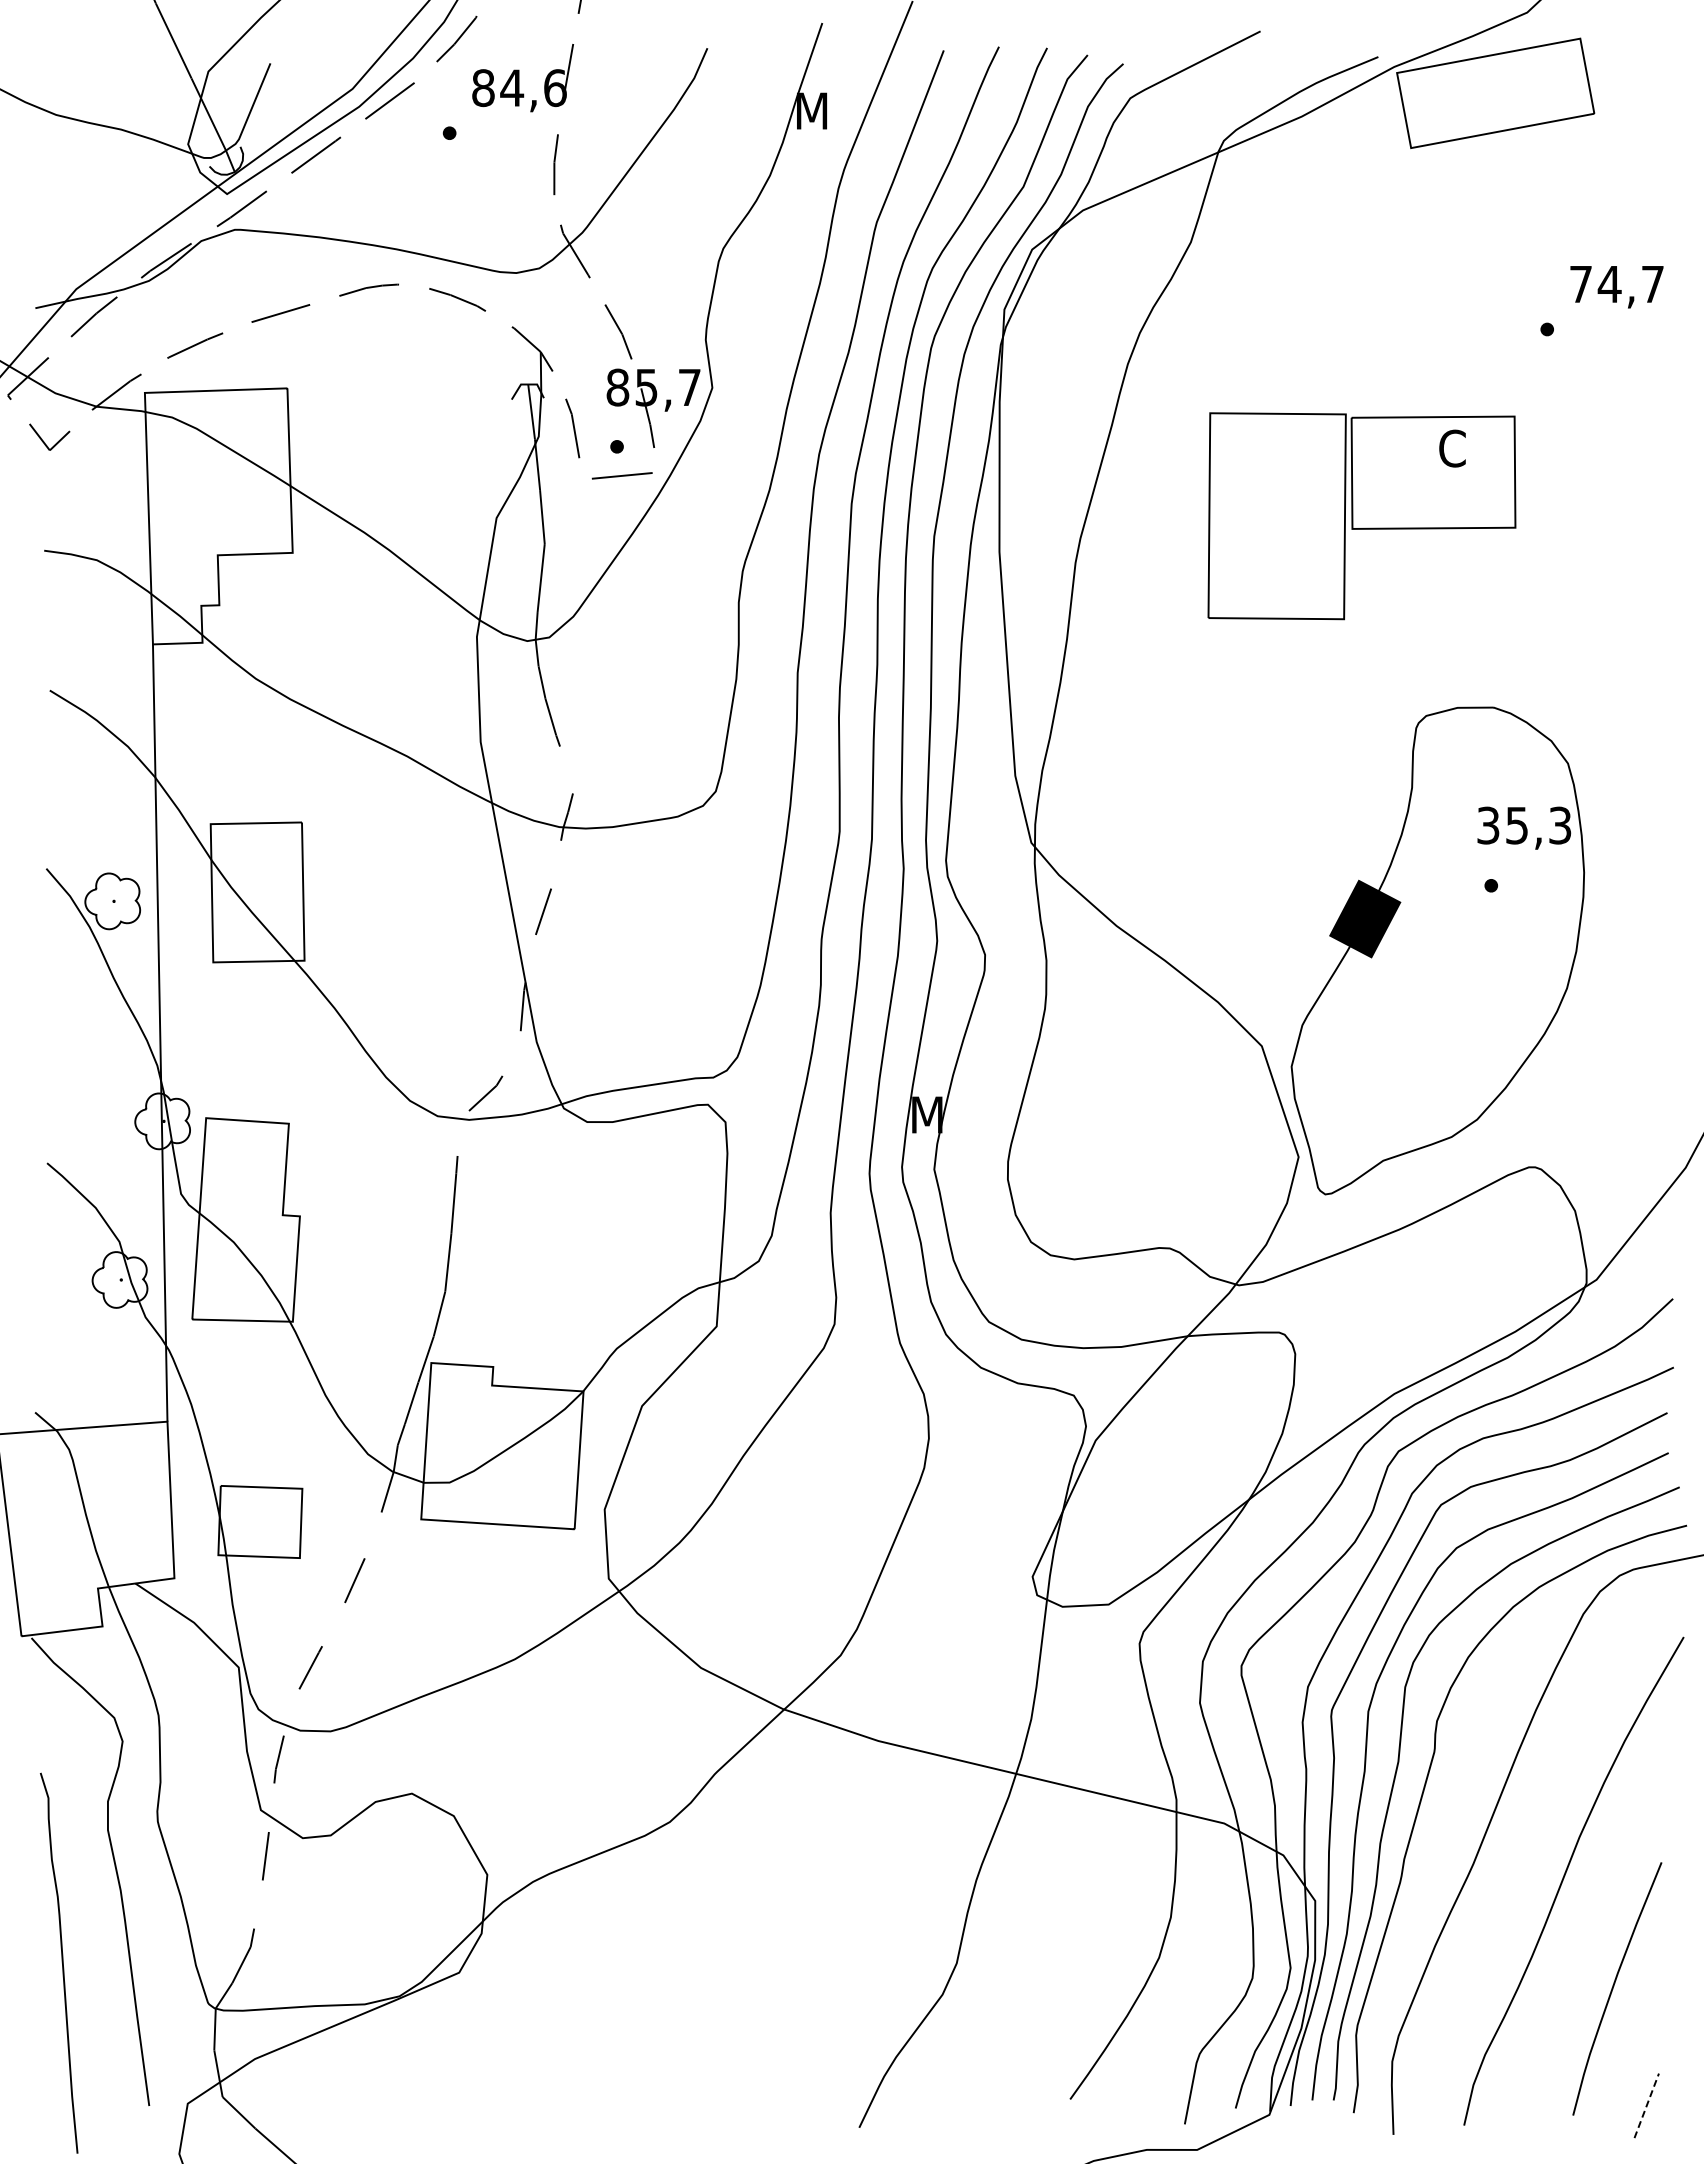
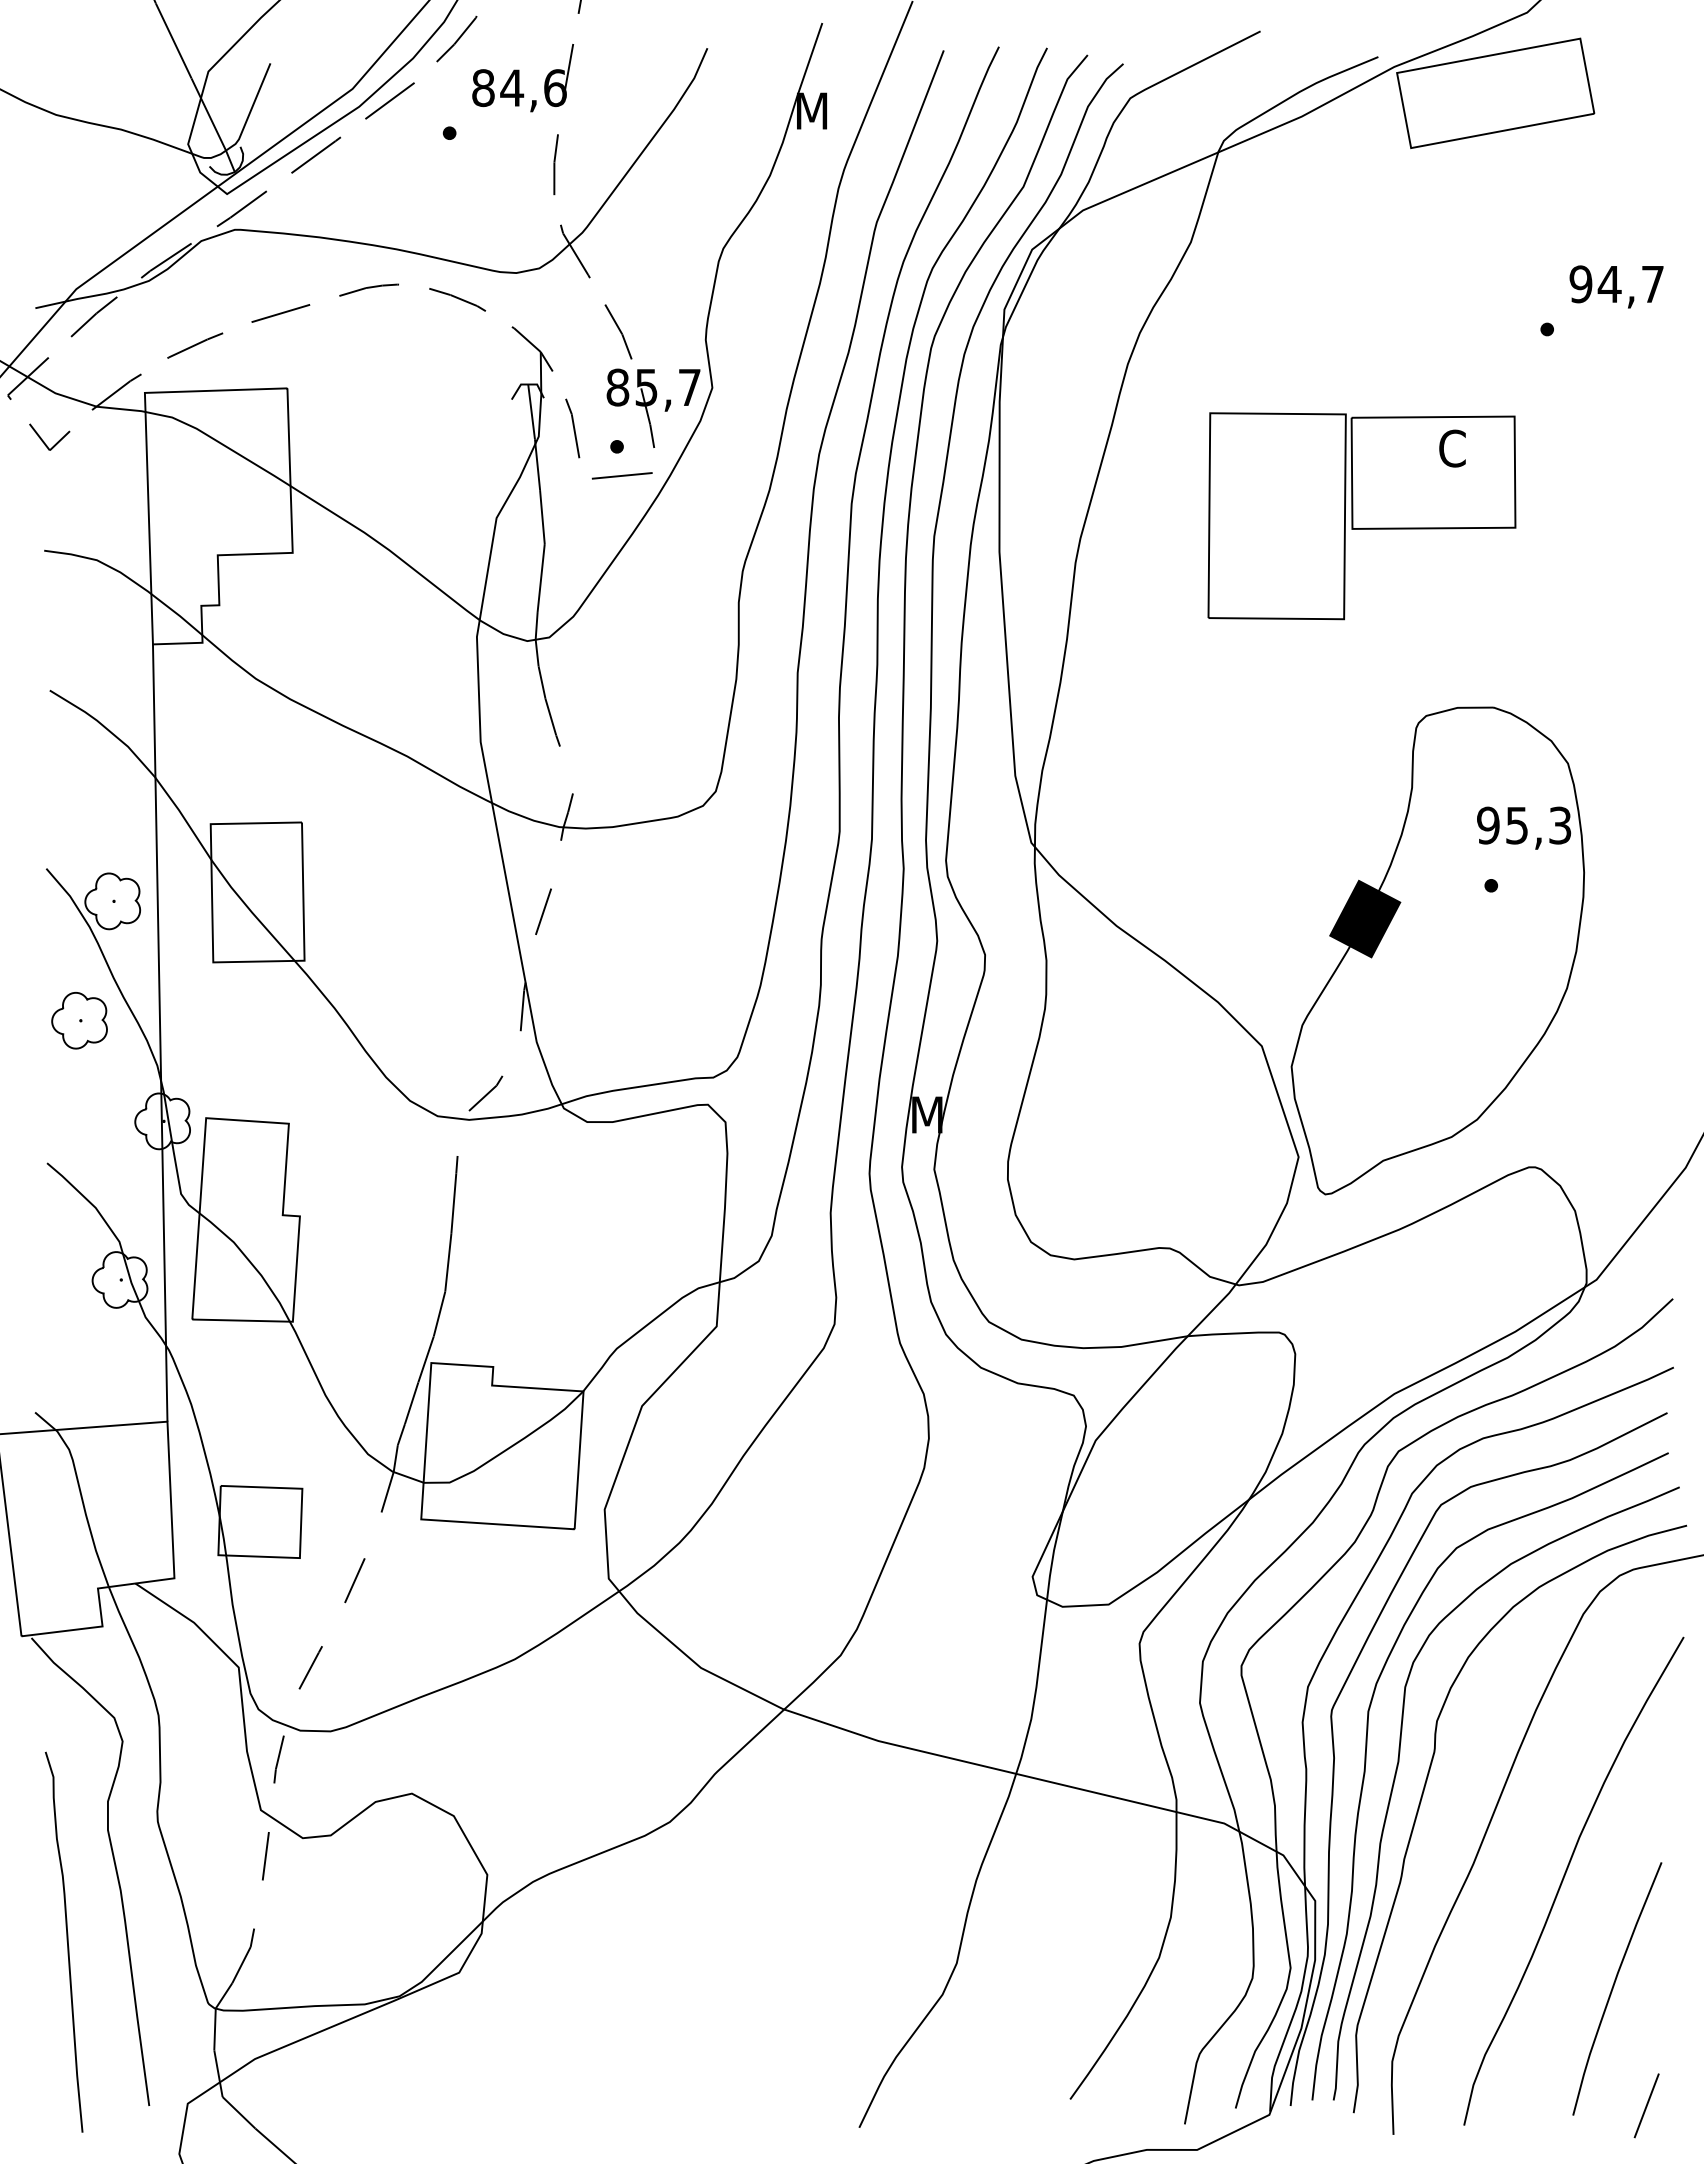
text at (1580, 284): 74,7 -> 94,7
text at (1488, 825): 35,3 -> 95,3
part at (79, 1020): none -> present
curve at (61, 1962) position: (61, 1962) -> (66, 1941)
line at (1646, 2105): dashed -> solid
